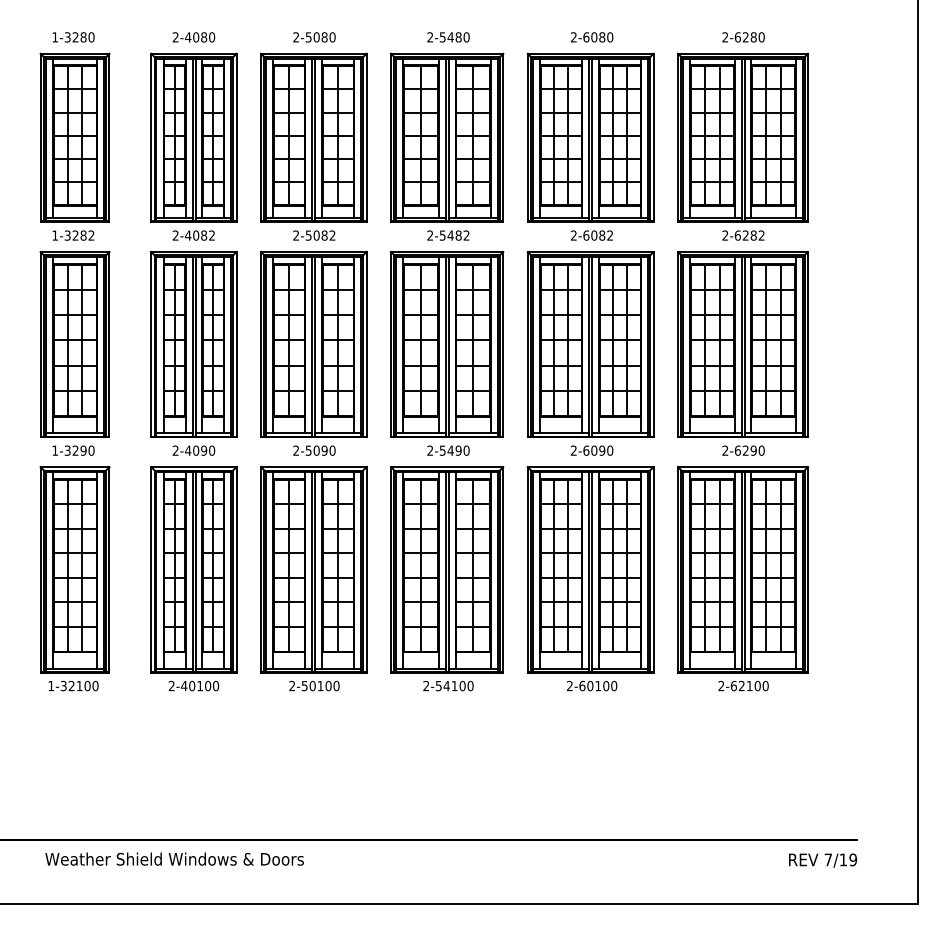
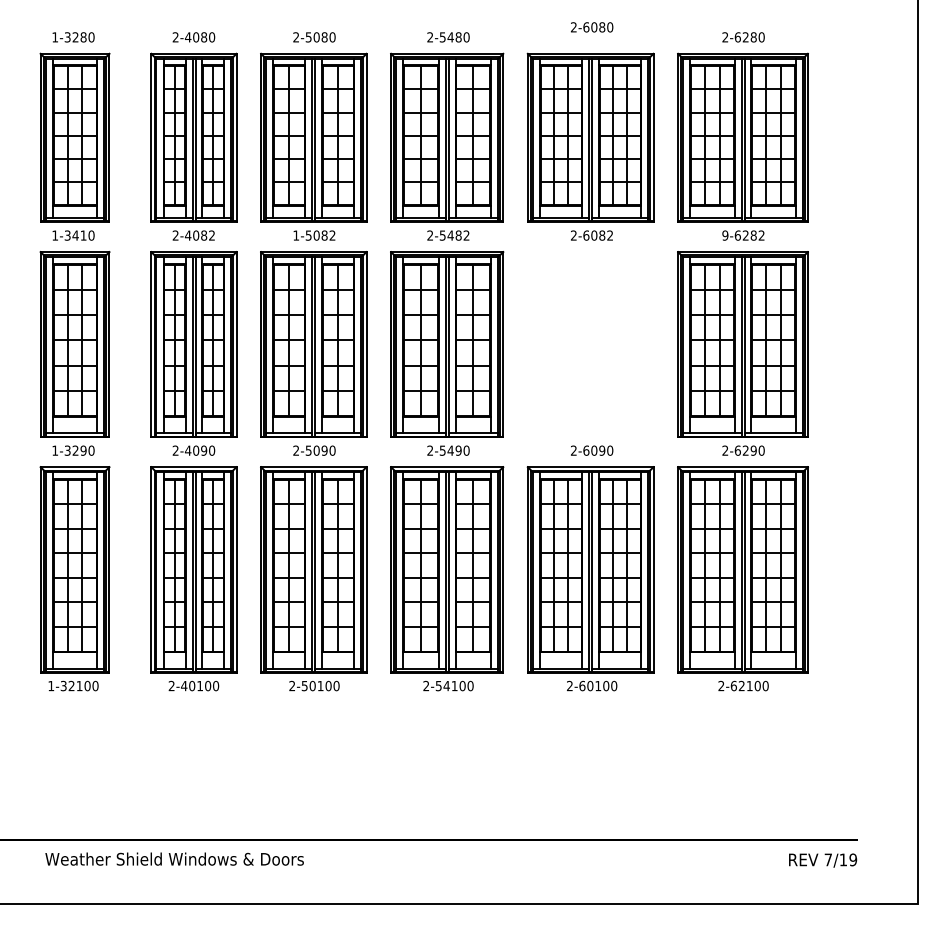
text at (592, 37) position: (592, 37) -> (592, 27)
text at (83, 235): 1-3282 -> 1-3410
text at (295, 235): 2-5082 -> 1-5082
text at (725, 235): 2-6282 -> 9-6282
part at (590, 344): present -> none
